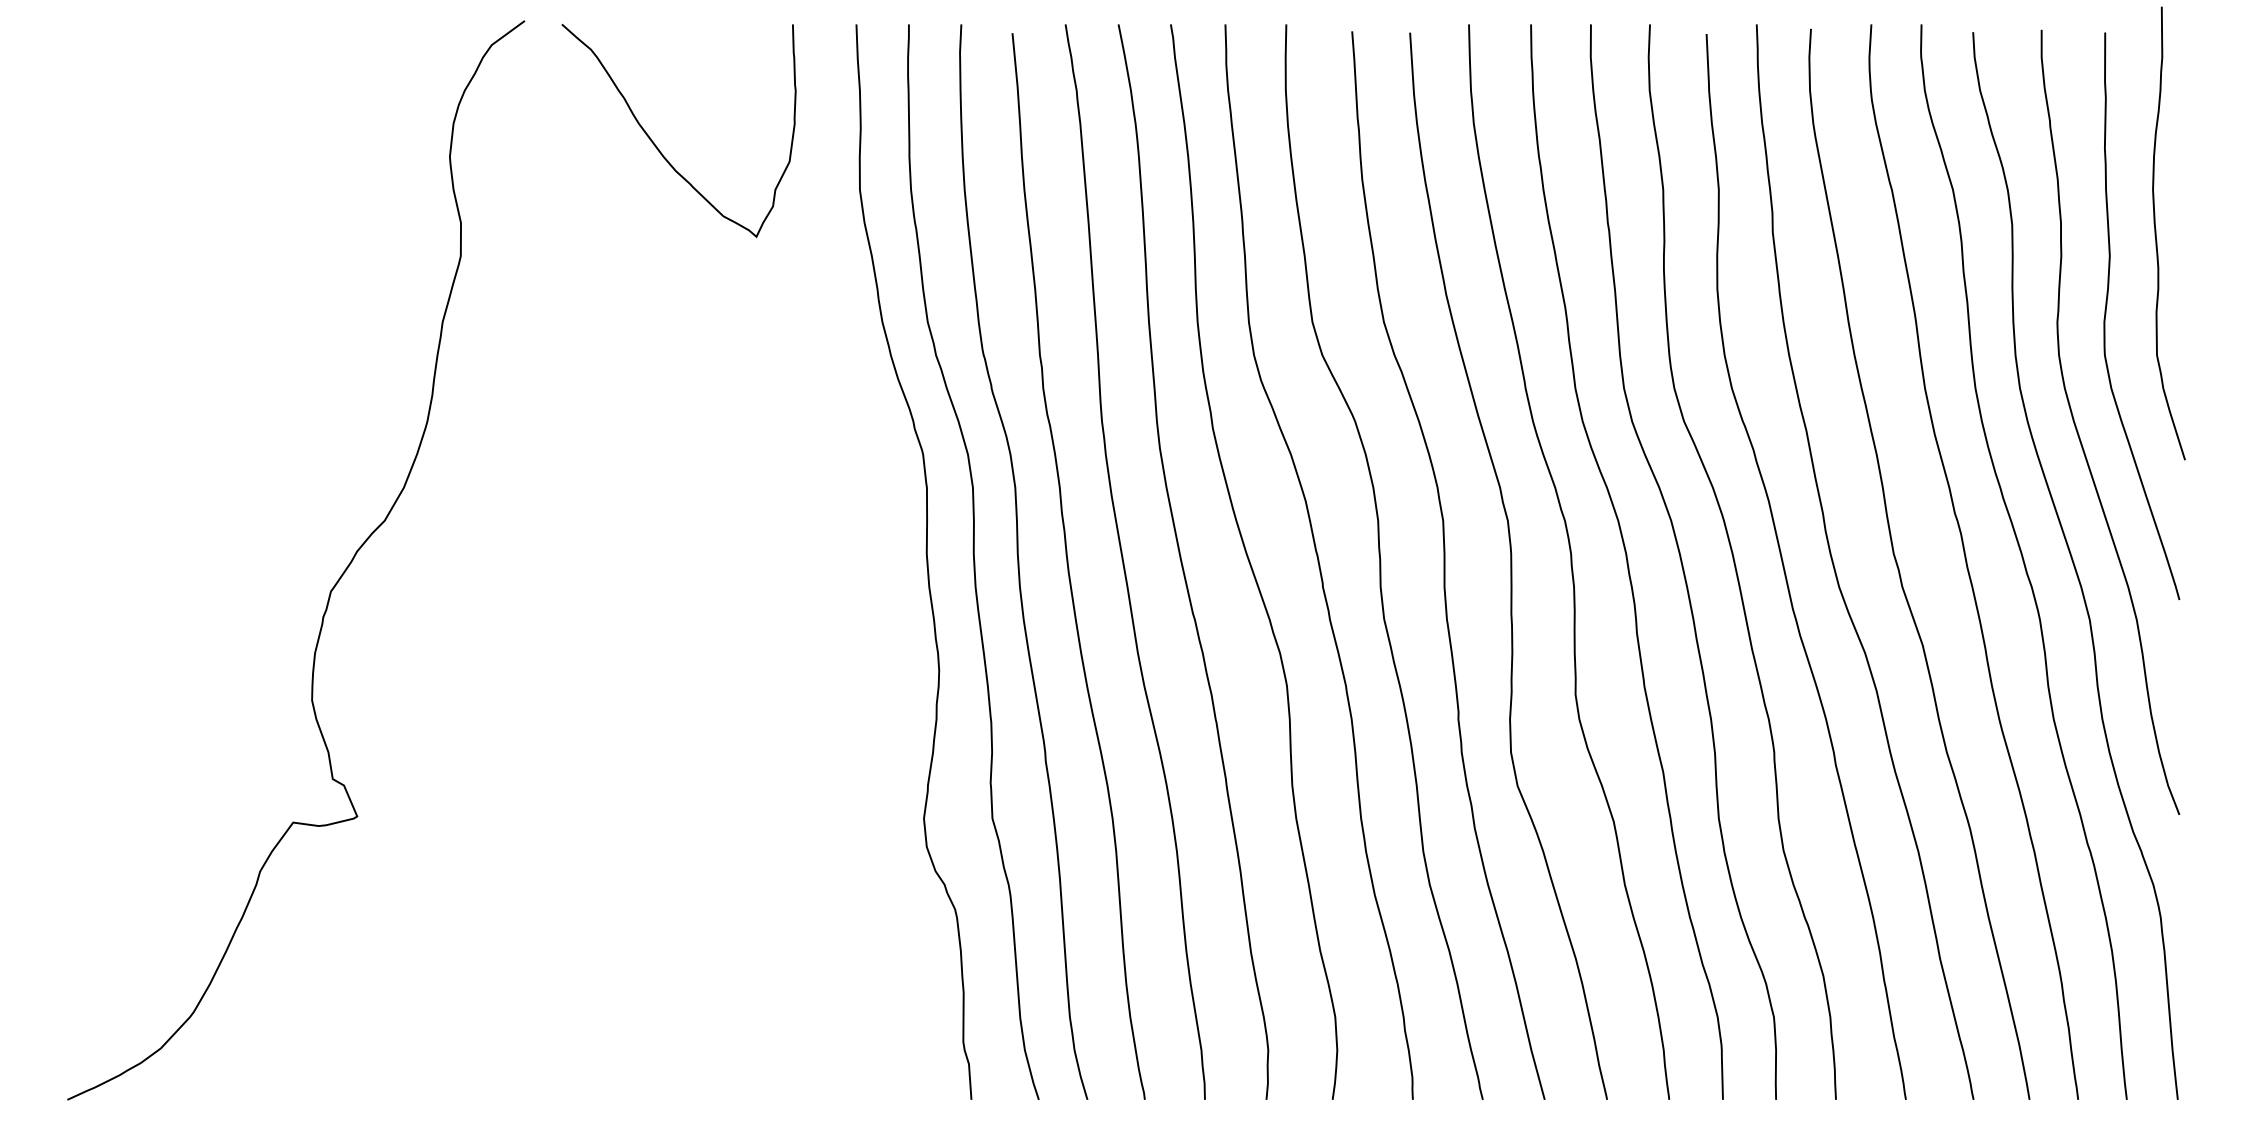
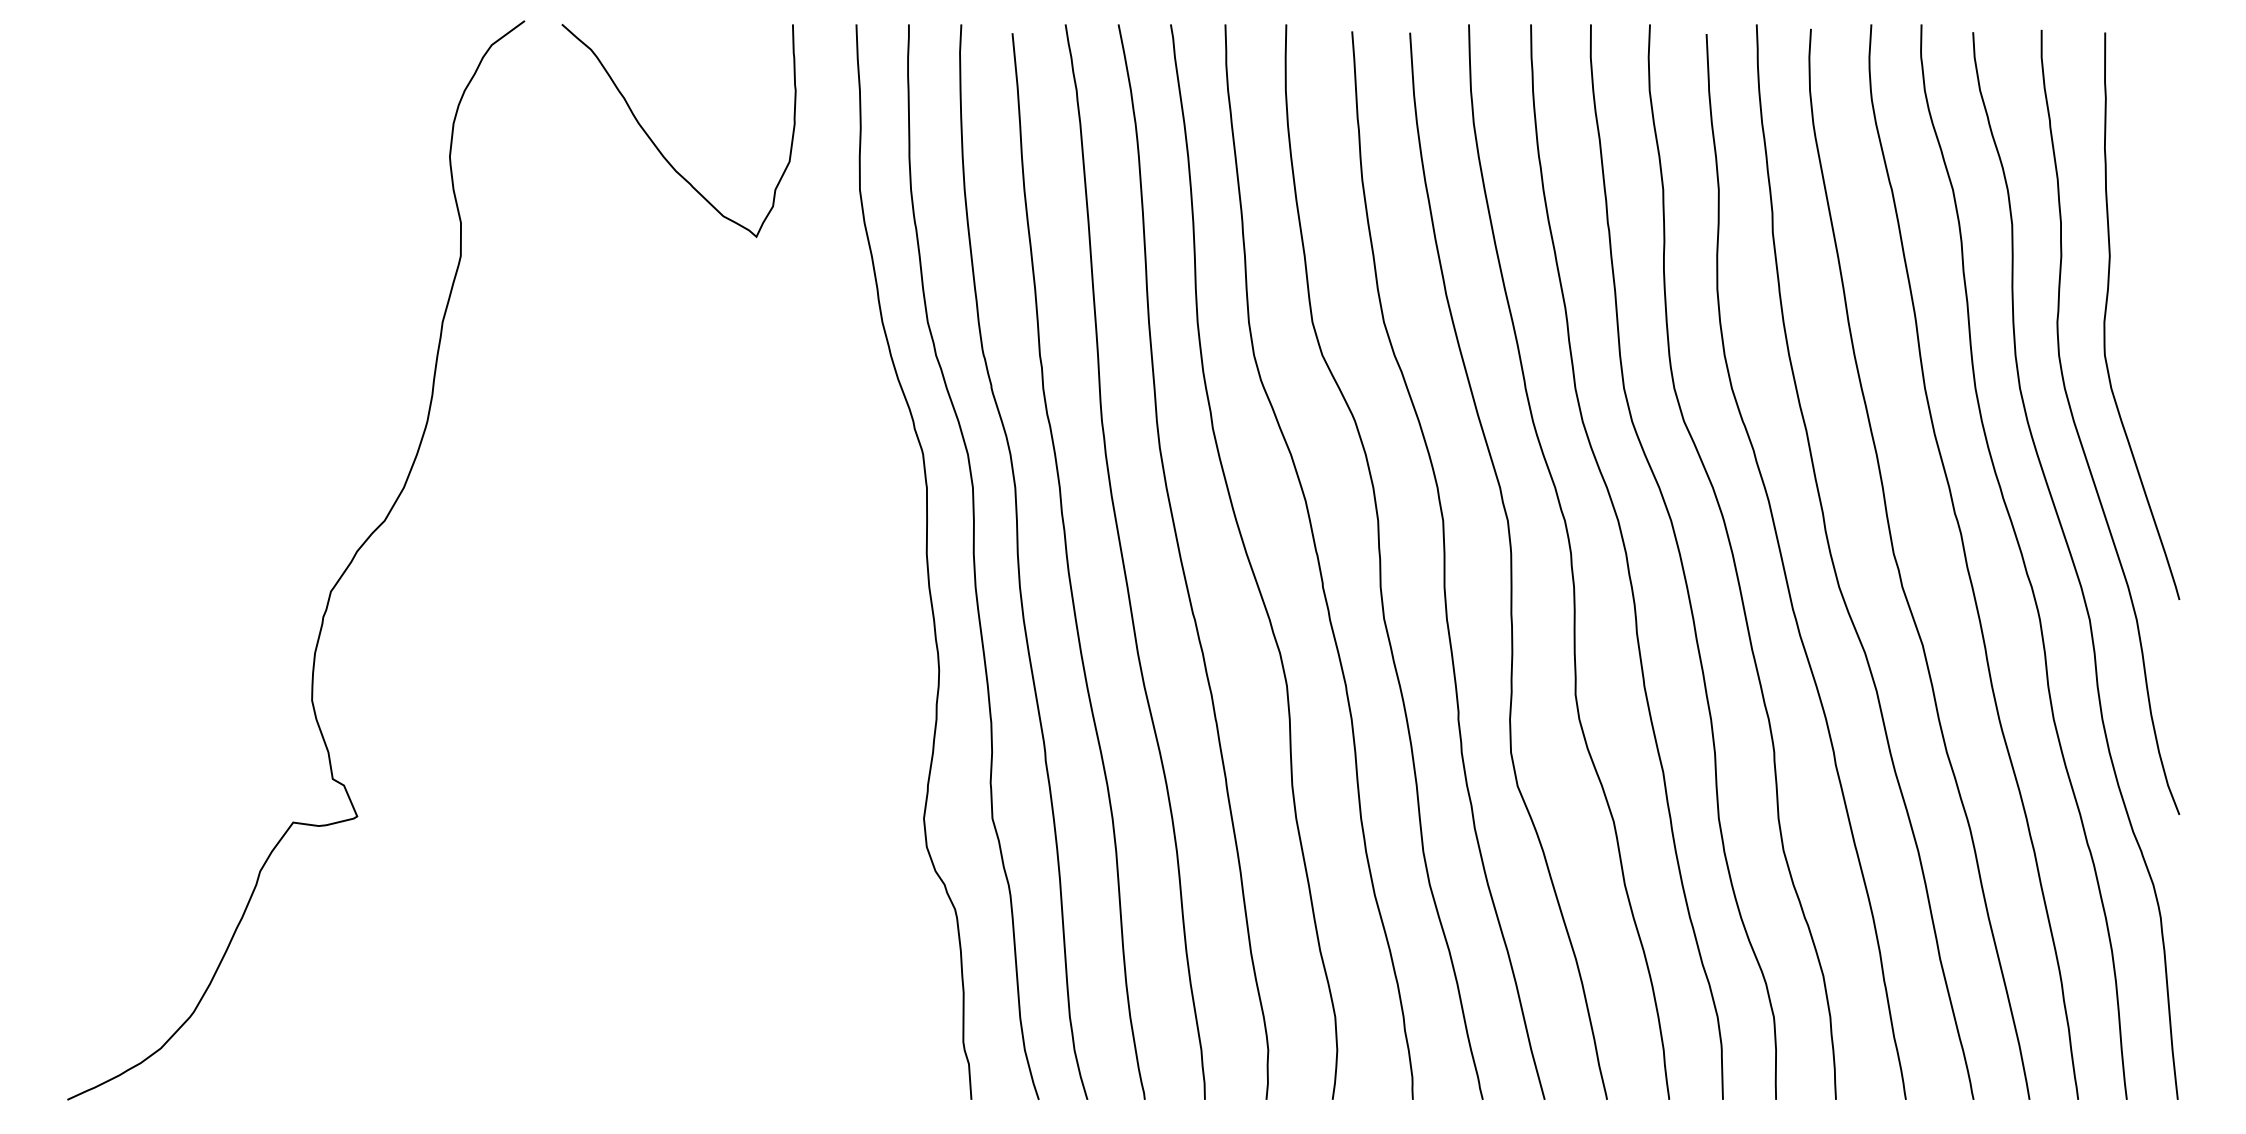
curve at (2156, 233): present -> none
